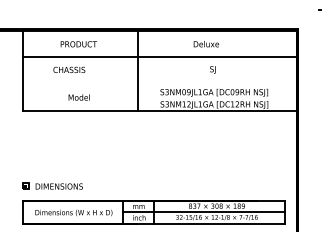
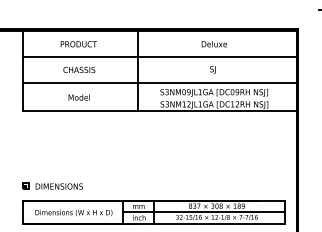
text at (205, 44) position: (205, 44) -> (213, 44)
text at (69, 69) position: (69, 69) -> (79, 69)
line at (159, 83): none -> present
